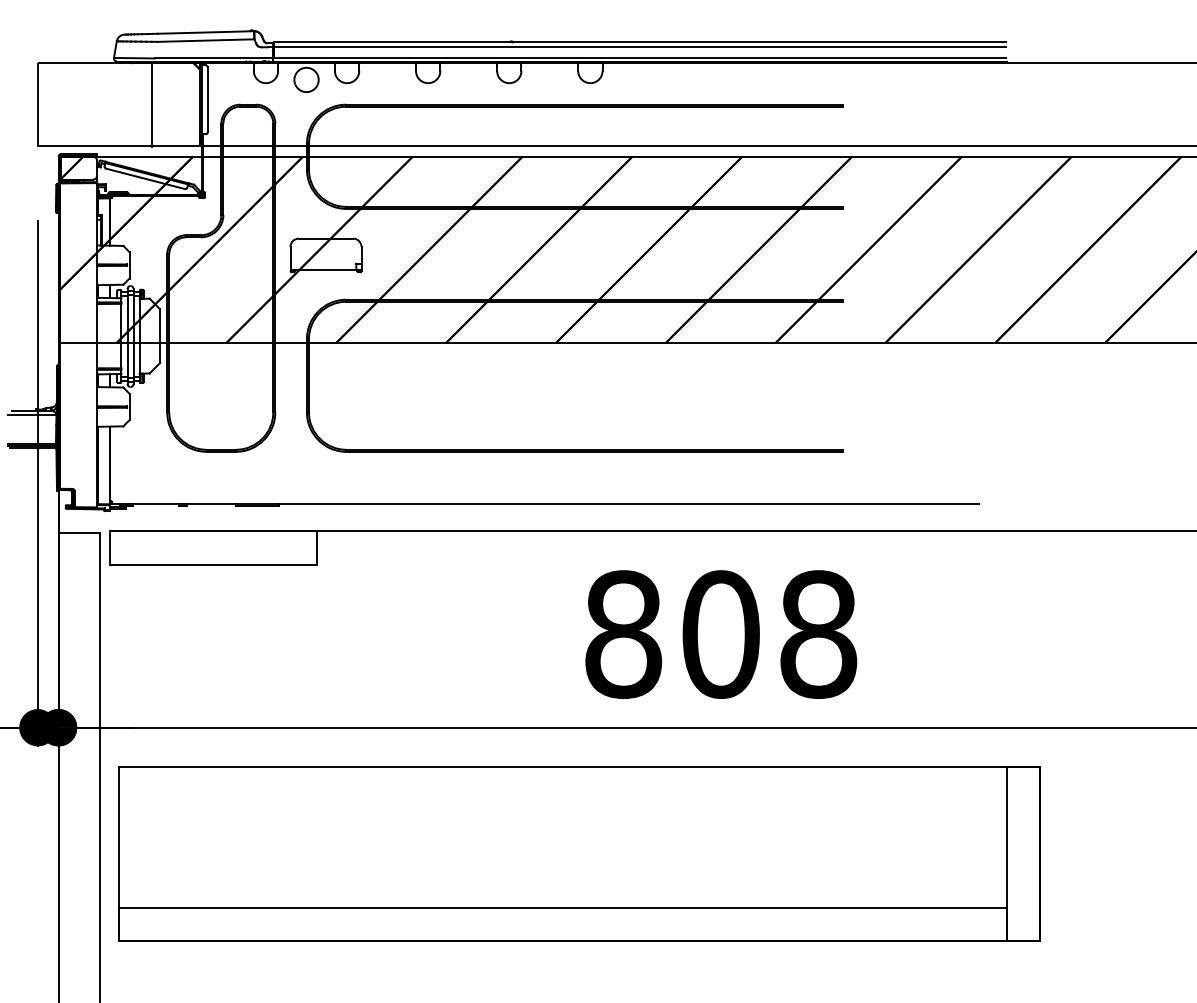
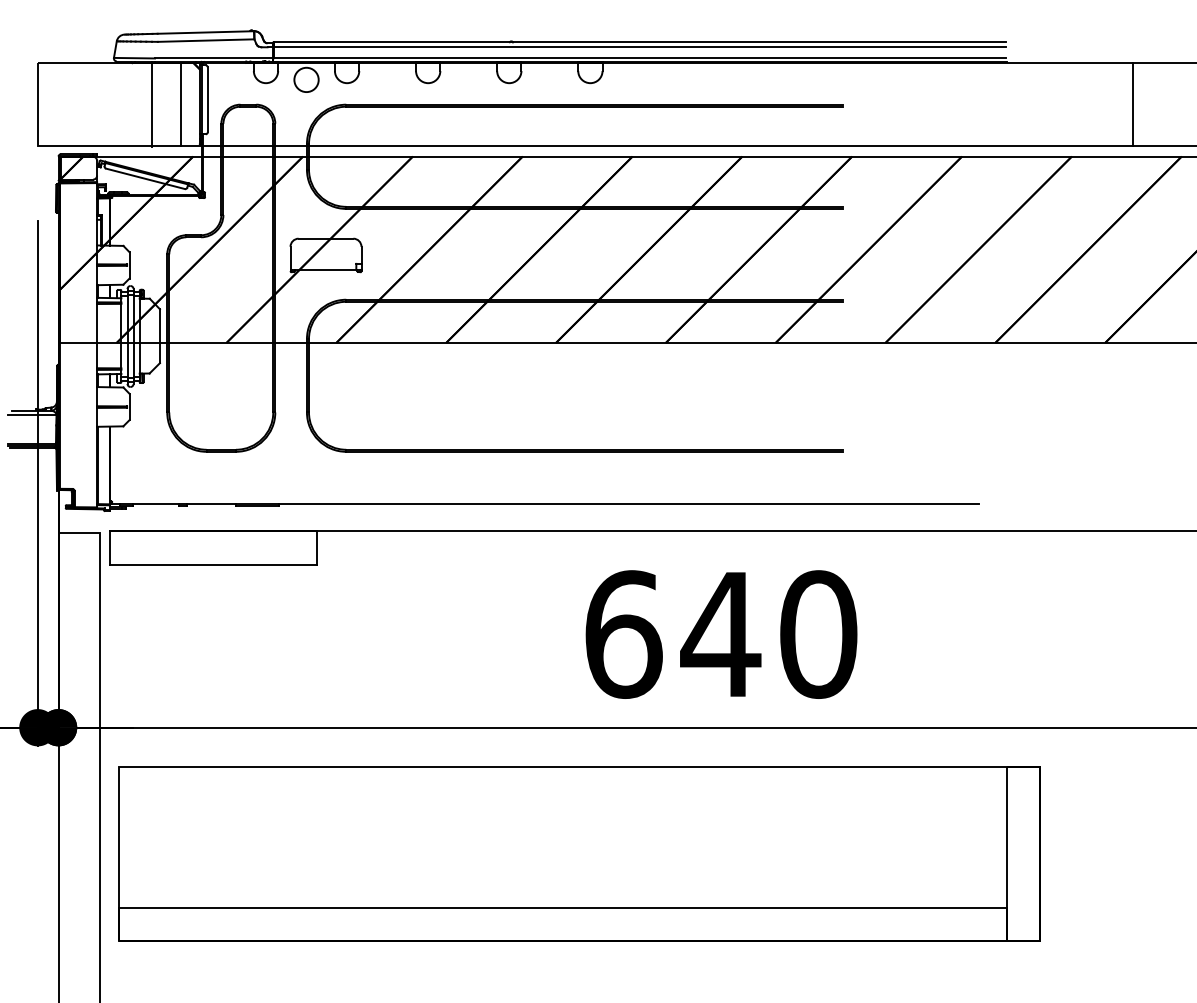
line at (180, 104): none -> present
line at (1133, 104): none -> present
text at (721, 634): 808 -> 640
